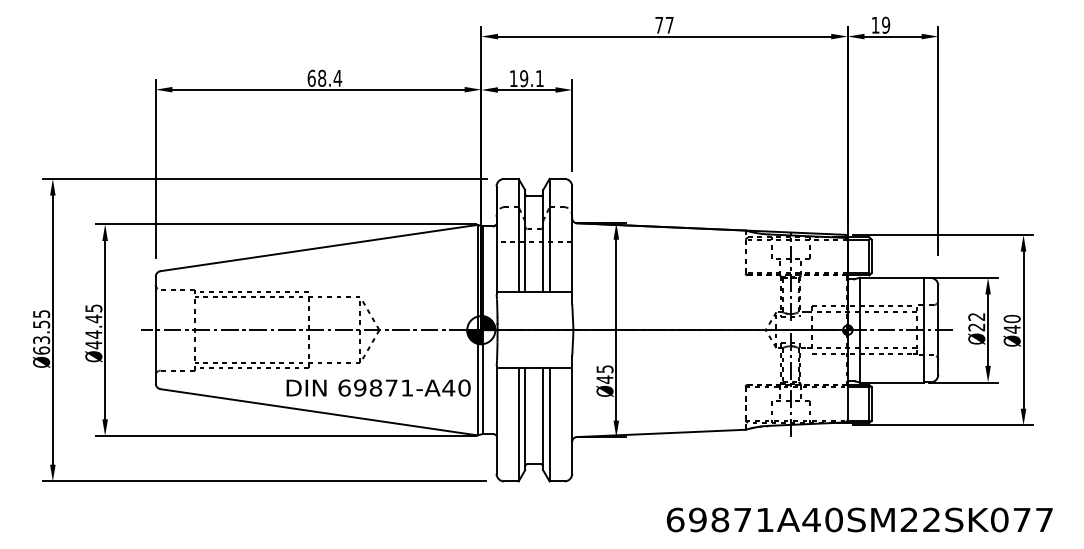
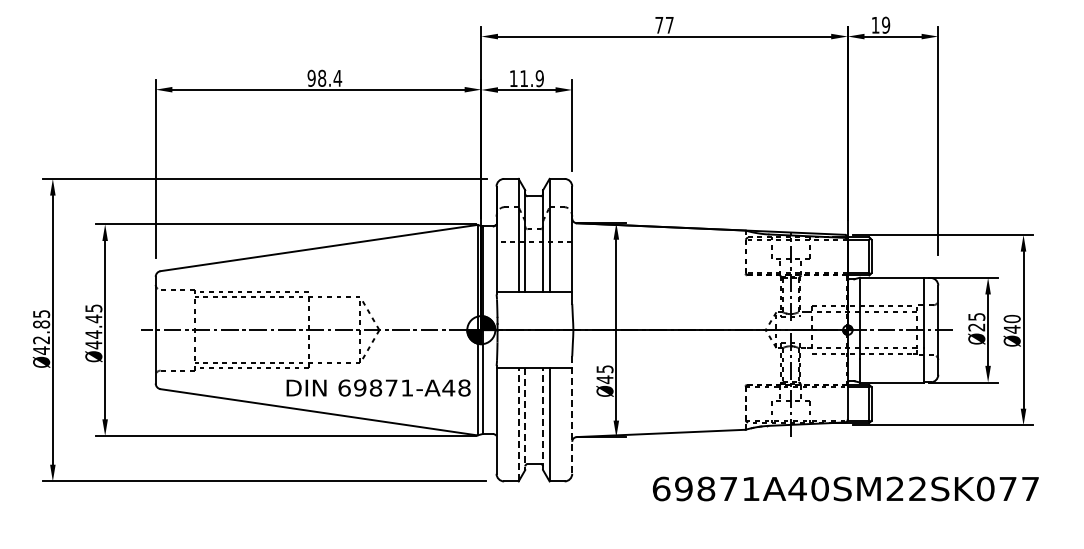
text at (311, 77): 68.4 -> 98.4
text at (531, 78): 19.1 -> 11.9
text at (976, 316): Ø22 -> Ø25
text at (41, 337): Ø63.55 -> Ø42.85
text at (464, 387): 69871-A40 -> 69871-A48
line at (572, 415): solid -> dashed
line at (525, 419): solid -> dashed
line at (543, 419): solid -> dashed
line at (518, 424): solid -> dashed
text at (859, 519) position: (859, 519) -> (845, 488)
